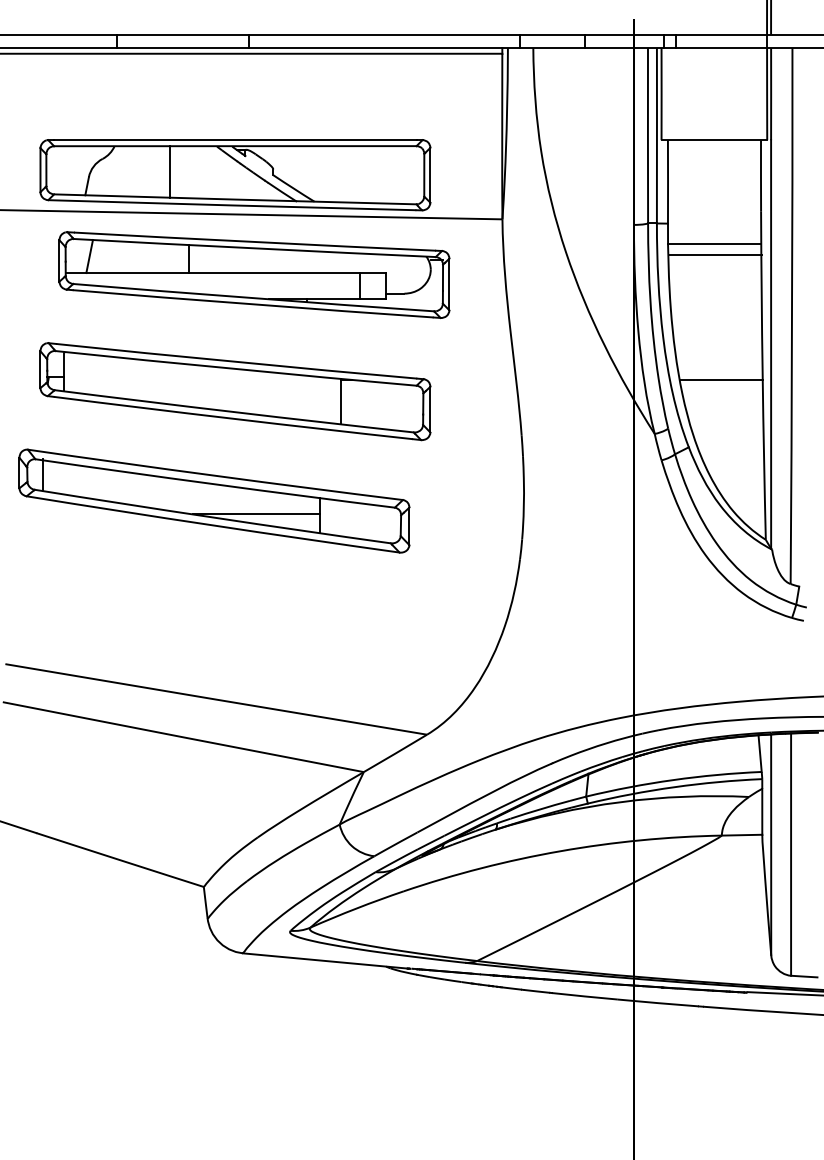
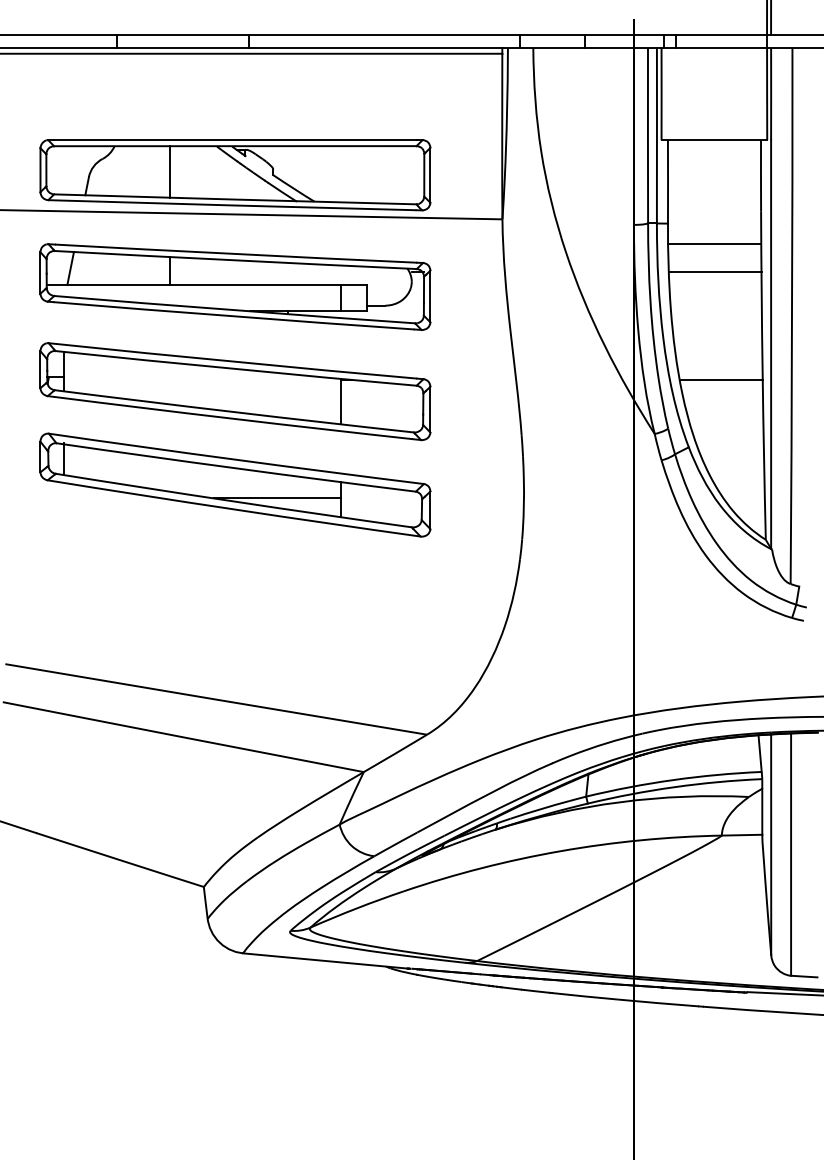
line at (714, 255) position: (714, 255) -> (714, 272)
part at (254, 274) position: (254, 274) -> (235, 286)
part at (214, 500) position: (214, 500) -> (235, 484)
